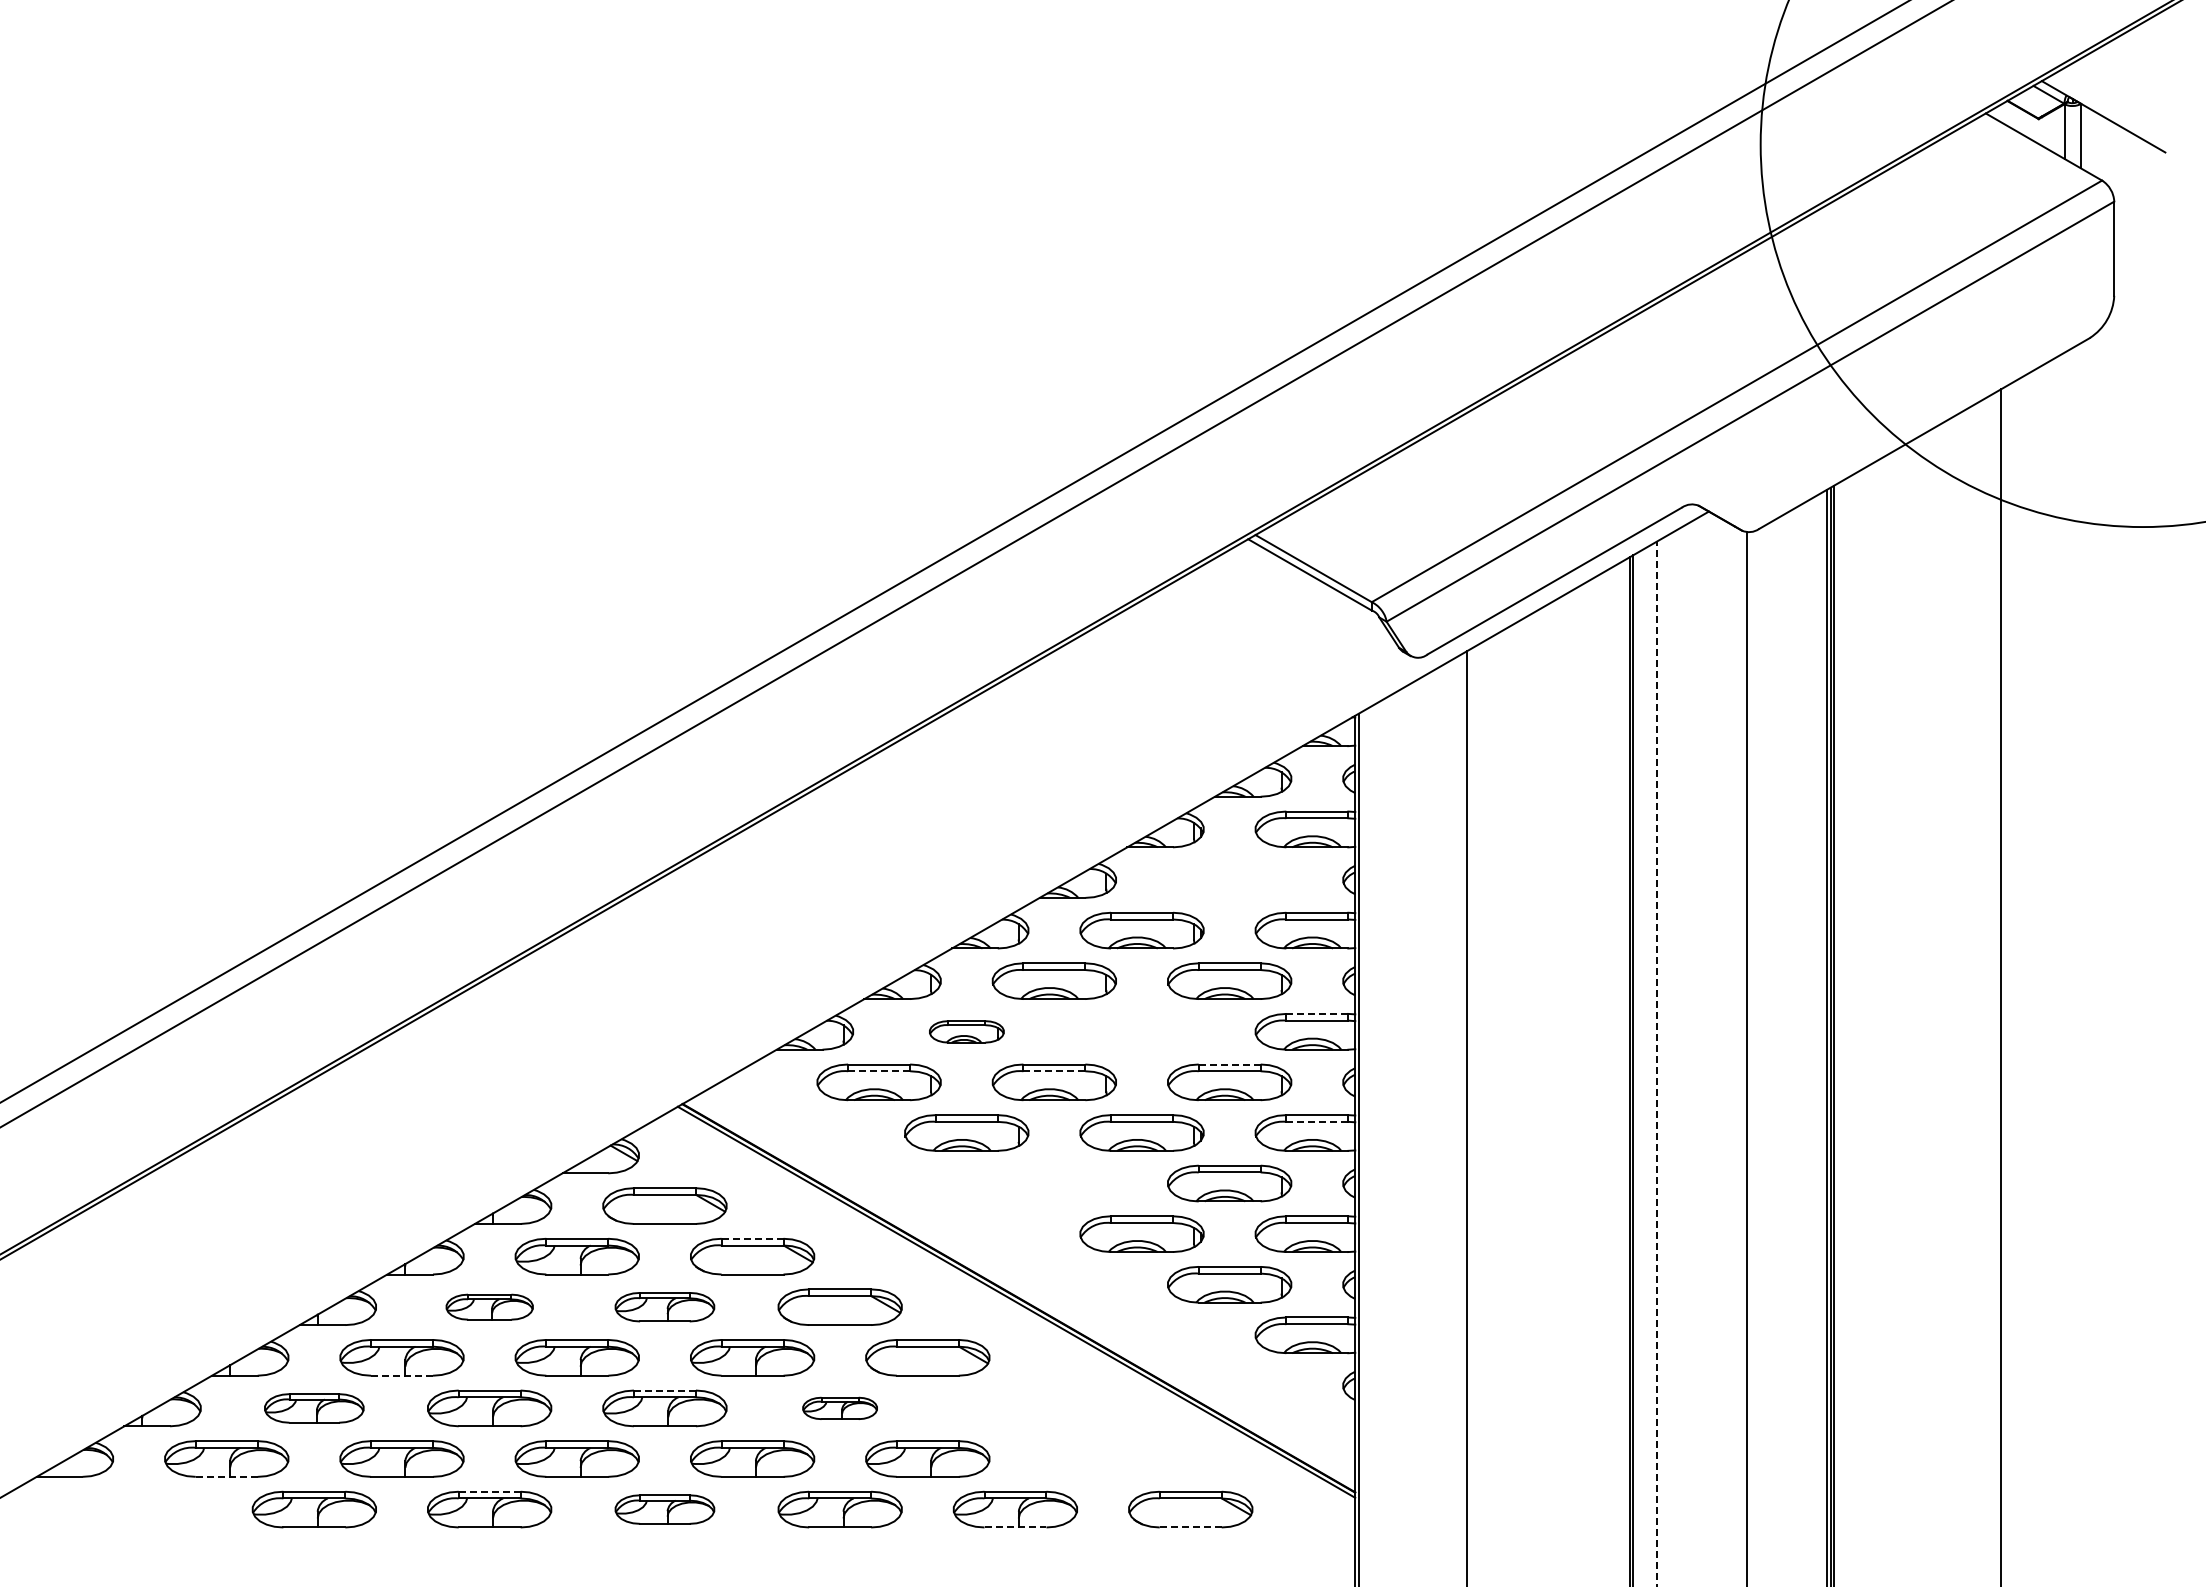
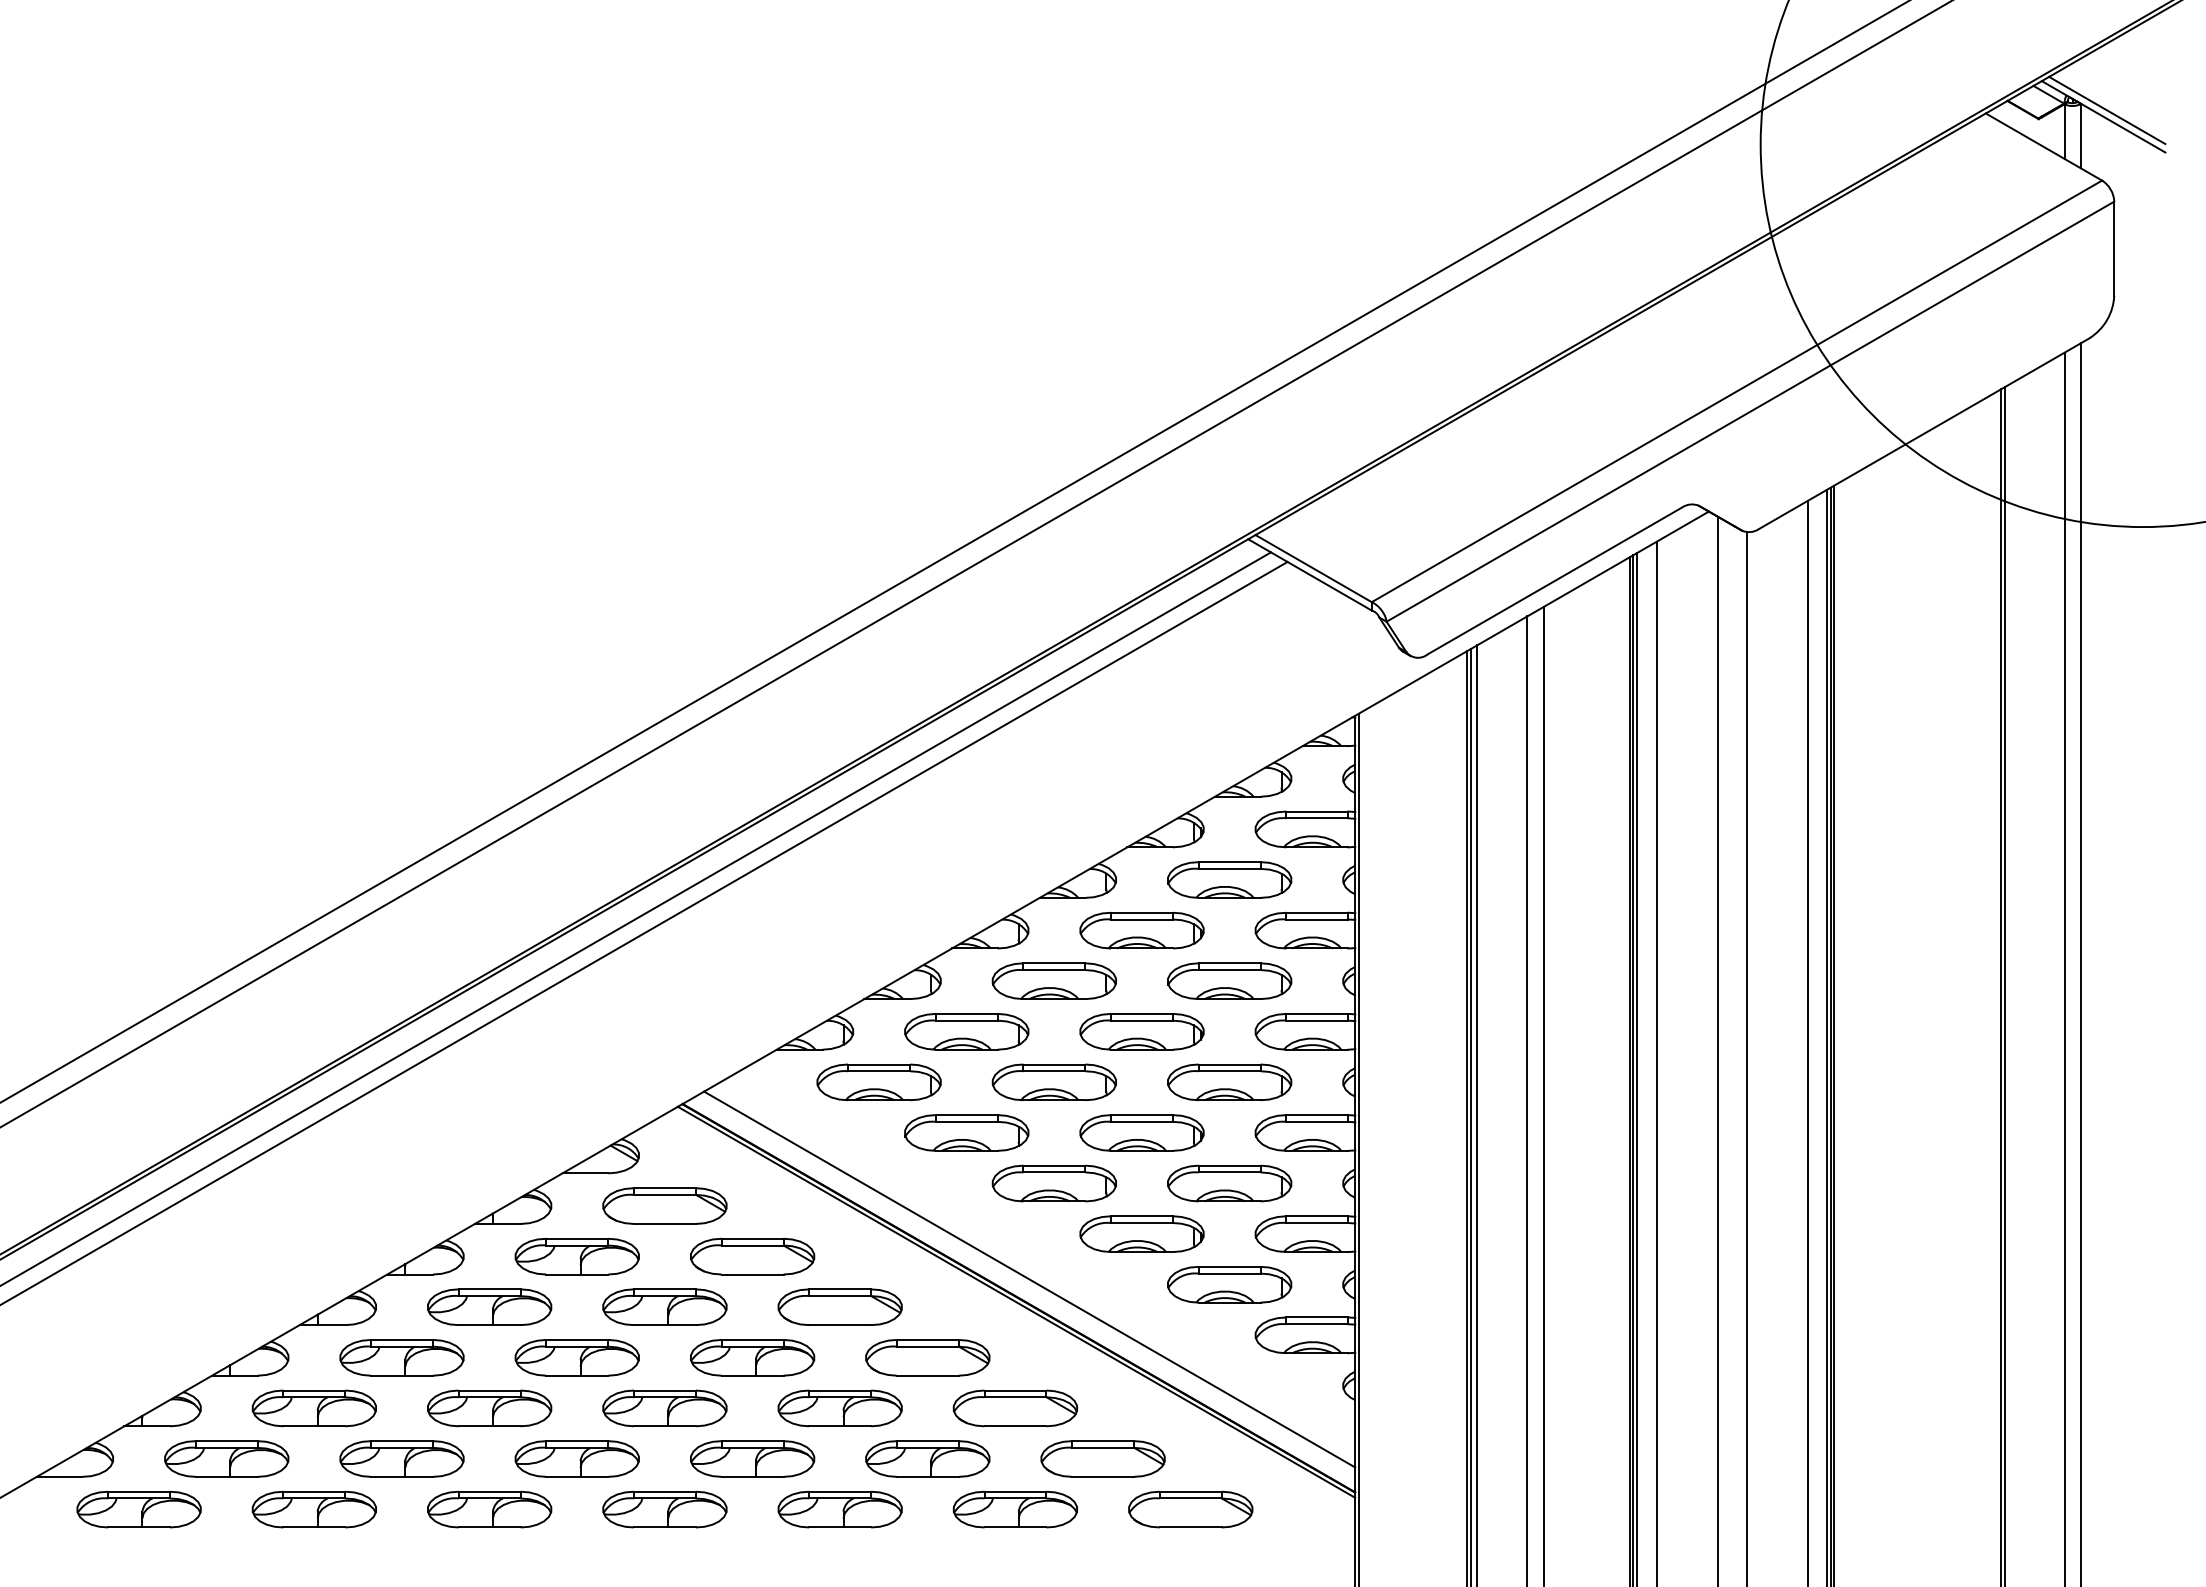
line at (2107, 110): none -> present
part at (1229, 879): none -> present
line at (636, 918): none -> present
line at (644, 932): none -> present
line at (2081, 963): none -> present
line at (2064, 967): none -> present
line at (2004, 985): none -> present
line at (1317, 1013): dashed -> solid
part at (966, 1031) size: 76x24 px -> 126x38 px
part at (1141, 1031): none -> present
line at (1807, 1042): none -> present
line at (1717, 1049): none -> present
line at (1656, 1063): dashed -> solid
line at (1229, 1064): dashed -> solid
line at (1637, 1068): none -> present
line at (879, 1071): dashed -> solid
line at (1054, 1071): dashed -> solid
line at (1543, 1094): none -> present
line at (1527, 1099): none -> present
line at (1477, 1114): none -> present
line at (1470, 1116): none -> present
line at (1317, 1121): dashed -> solid
part at (1053, 1183): none -> present
line at (752, 1238): dashed -> solid
line at (1029, 1279): none -> present
part at (489, 1306) size: 89x28 px -> 126x38 px
part at (664, 1307) size: 102x31 px -> 126x38 px
line at (402, 1375): dashed -> solid
line at (664, 1390): dashed -> solid
part at (839, 1407) size: 76x24 px -> 126x39 px
part at (314, 1408) size: 101x31 px -> 126x39 px
part at (1014, 1408): none -> present
part at (1102, 1458): none -> present
line at (226, 1476): dashed -> solid
line at (489, 1491): dashed -> solid
part at (138, 1509): none -> present
part at (664, 1509) size: 102x31 px -> 126x39 px
line at (1015, 1527): dashed -> solid
line at (1190, 1527): dashed -> solid
